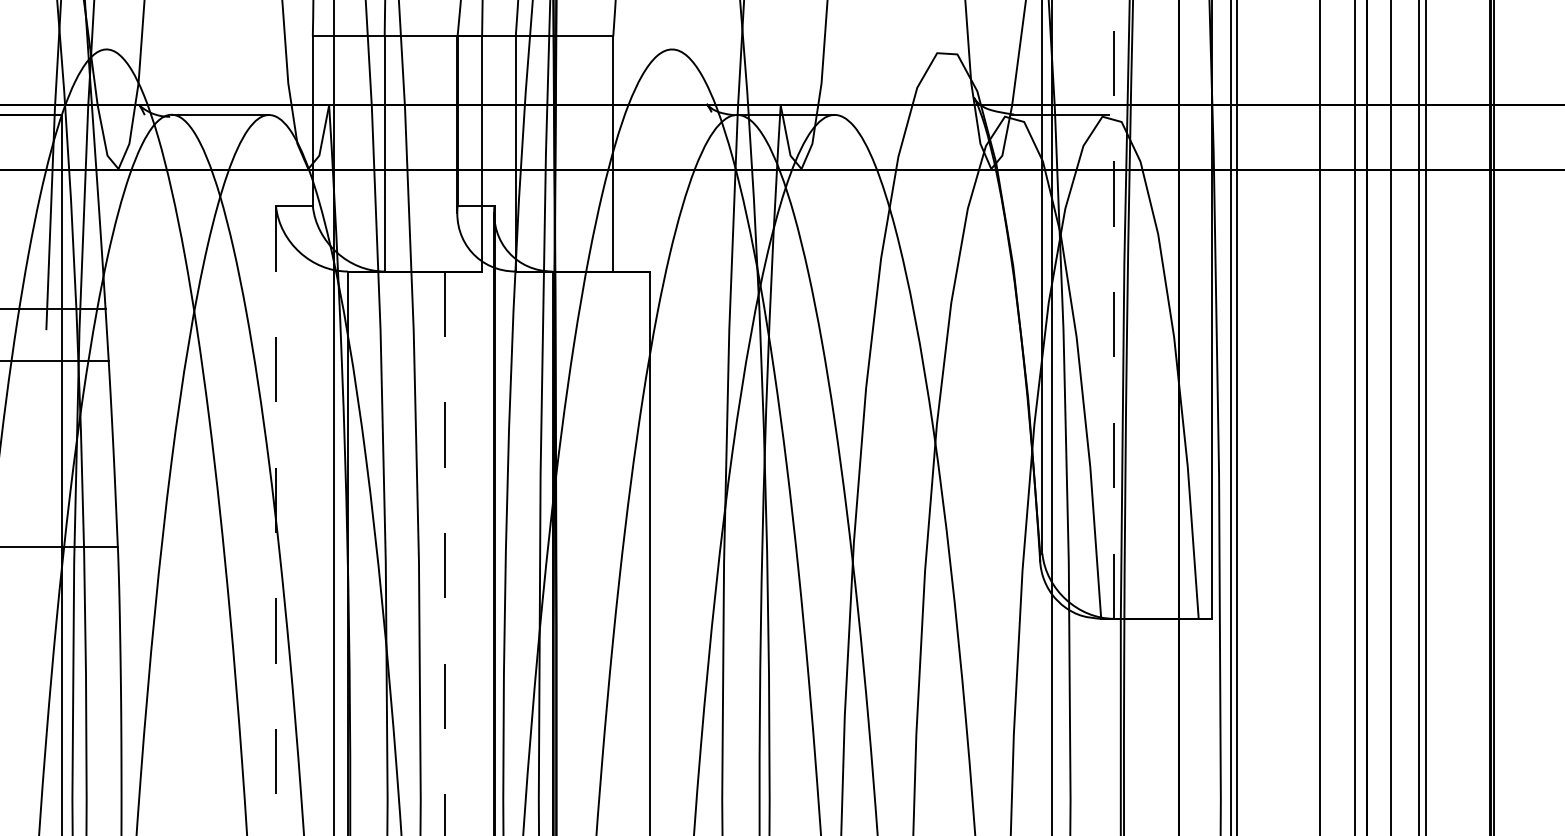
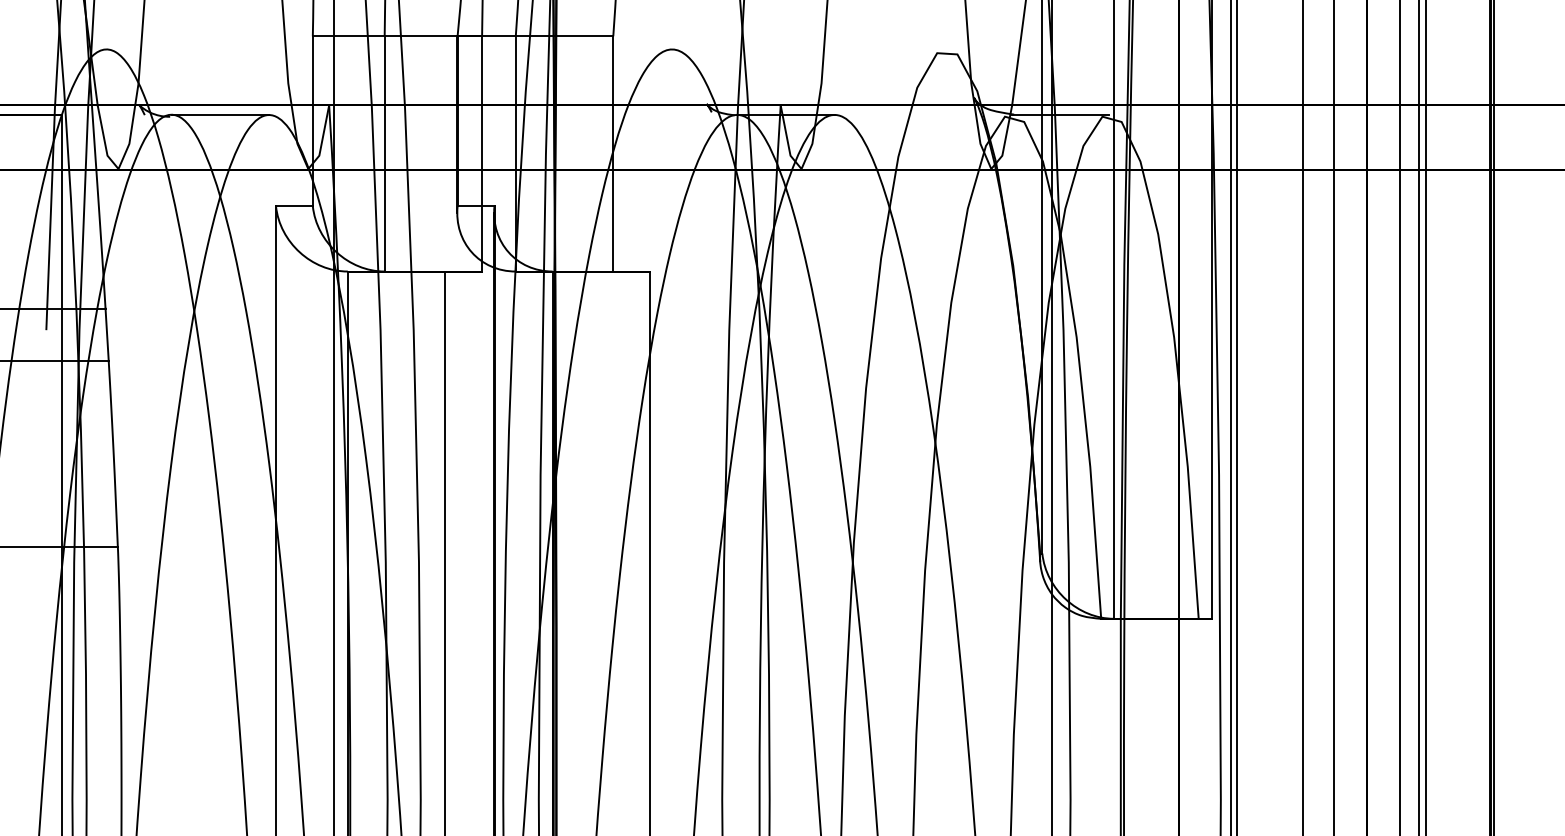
line at (1114, 309): dashed -> solid
line at (1319, 417) position: (1319, 417) -> (1302, 417)
line at (1355, 417) position: (1355, 417) -> (1334, 417)
line at (1391, 417) position: (1391, 417) -> (1400, 417)
line at (275, 521): dashed -> solid
line at (445, 553): dashed -> solid
